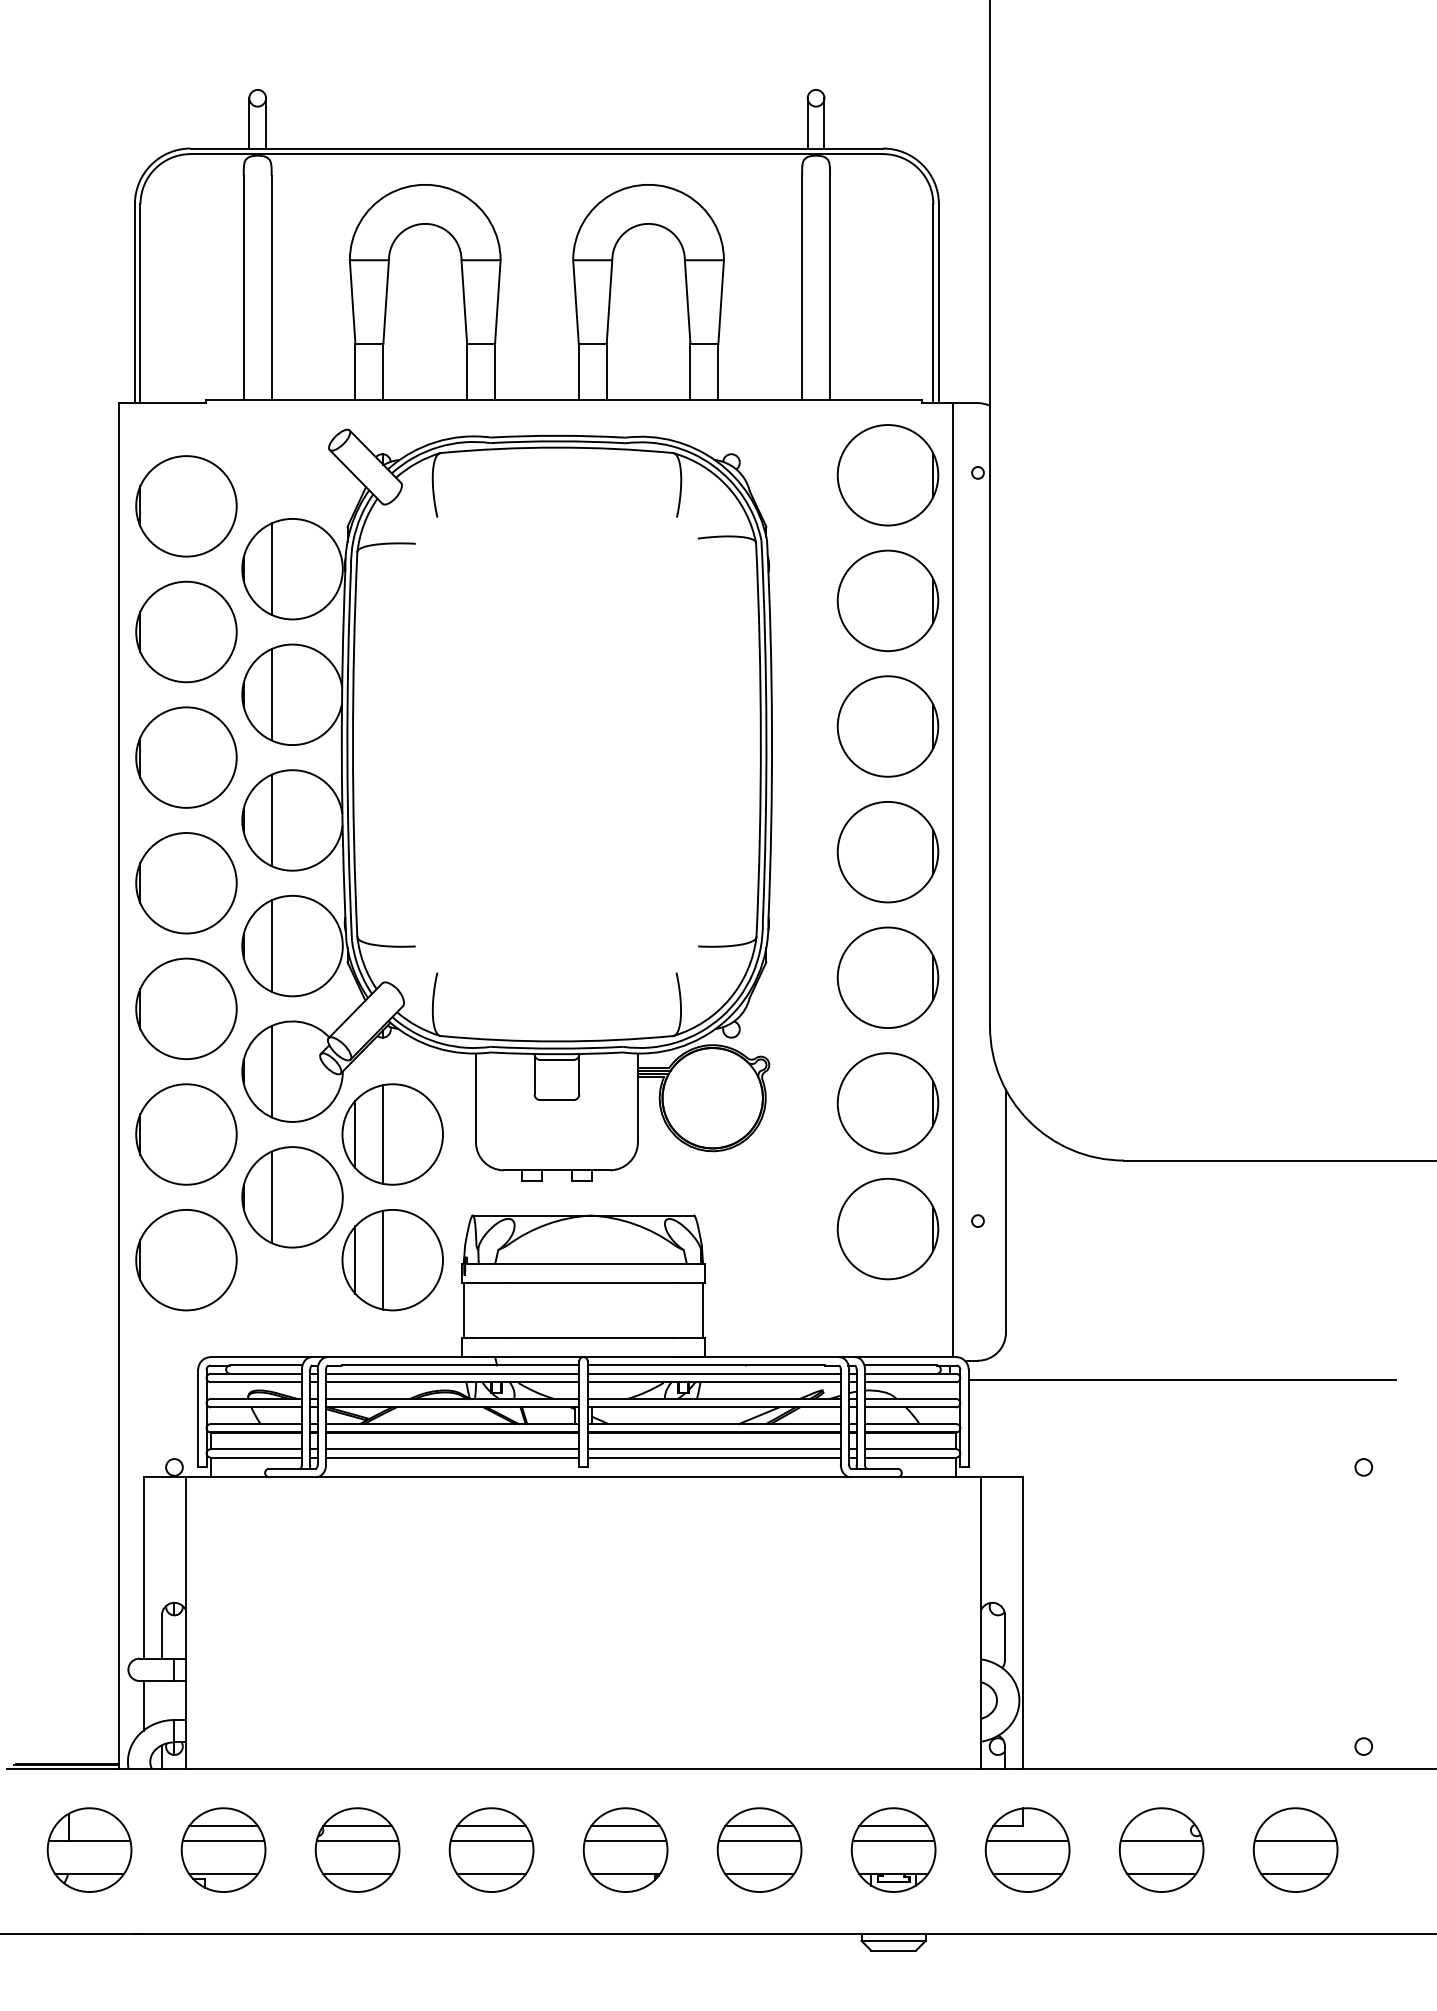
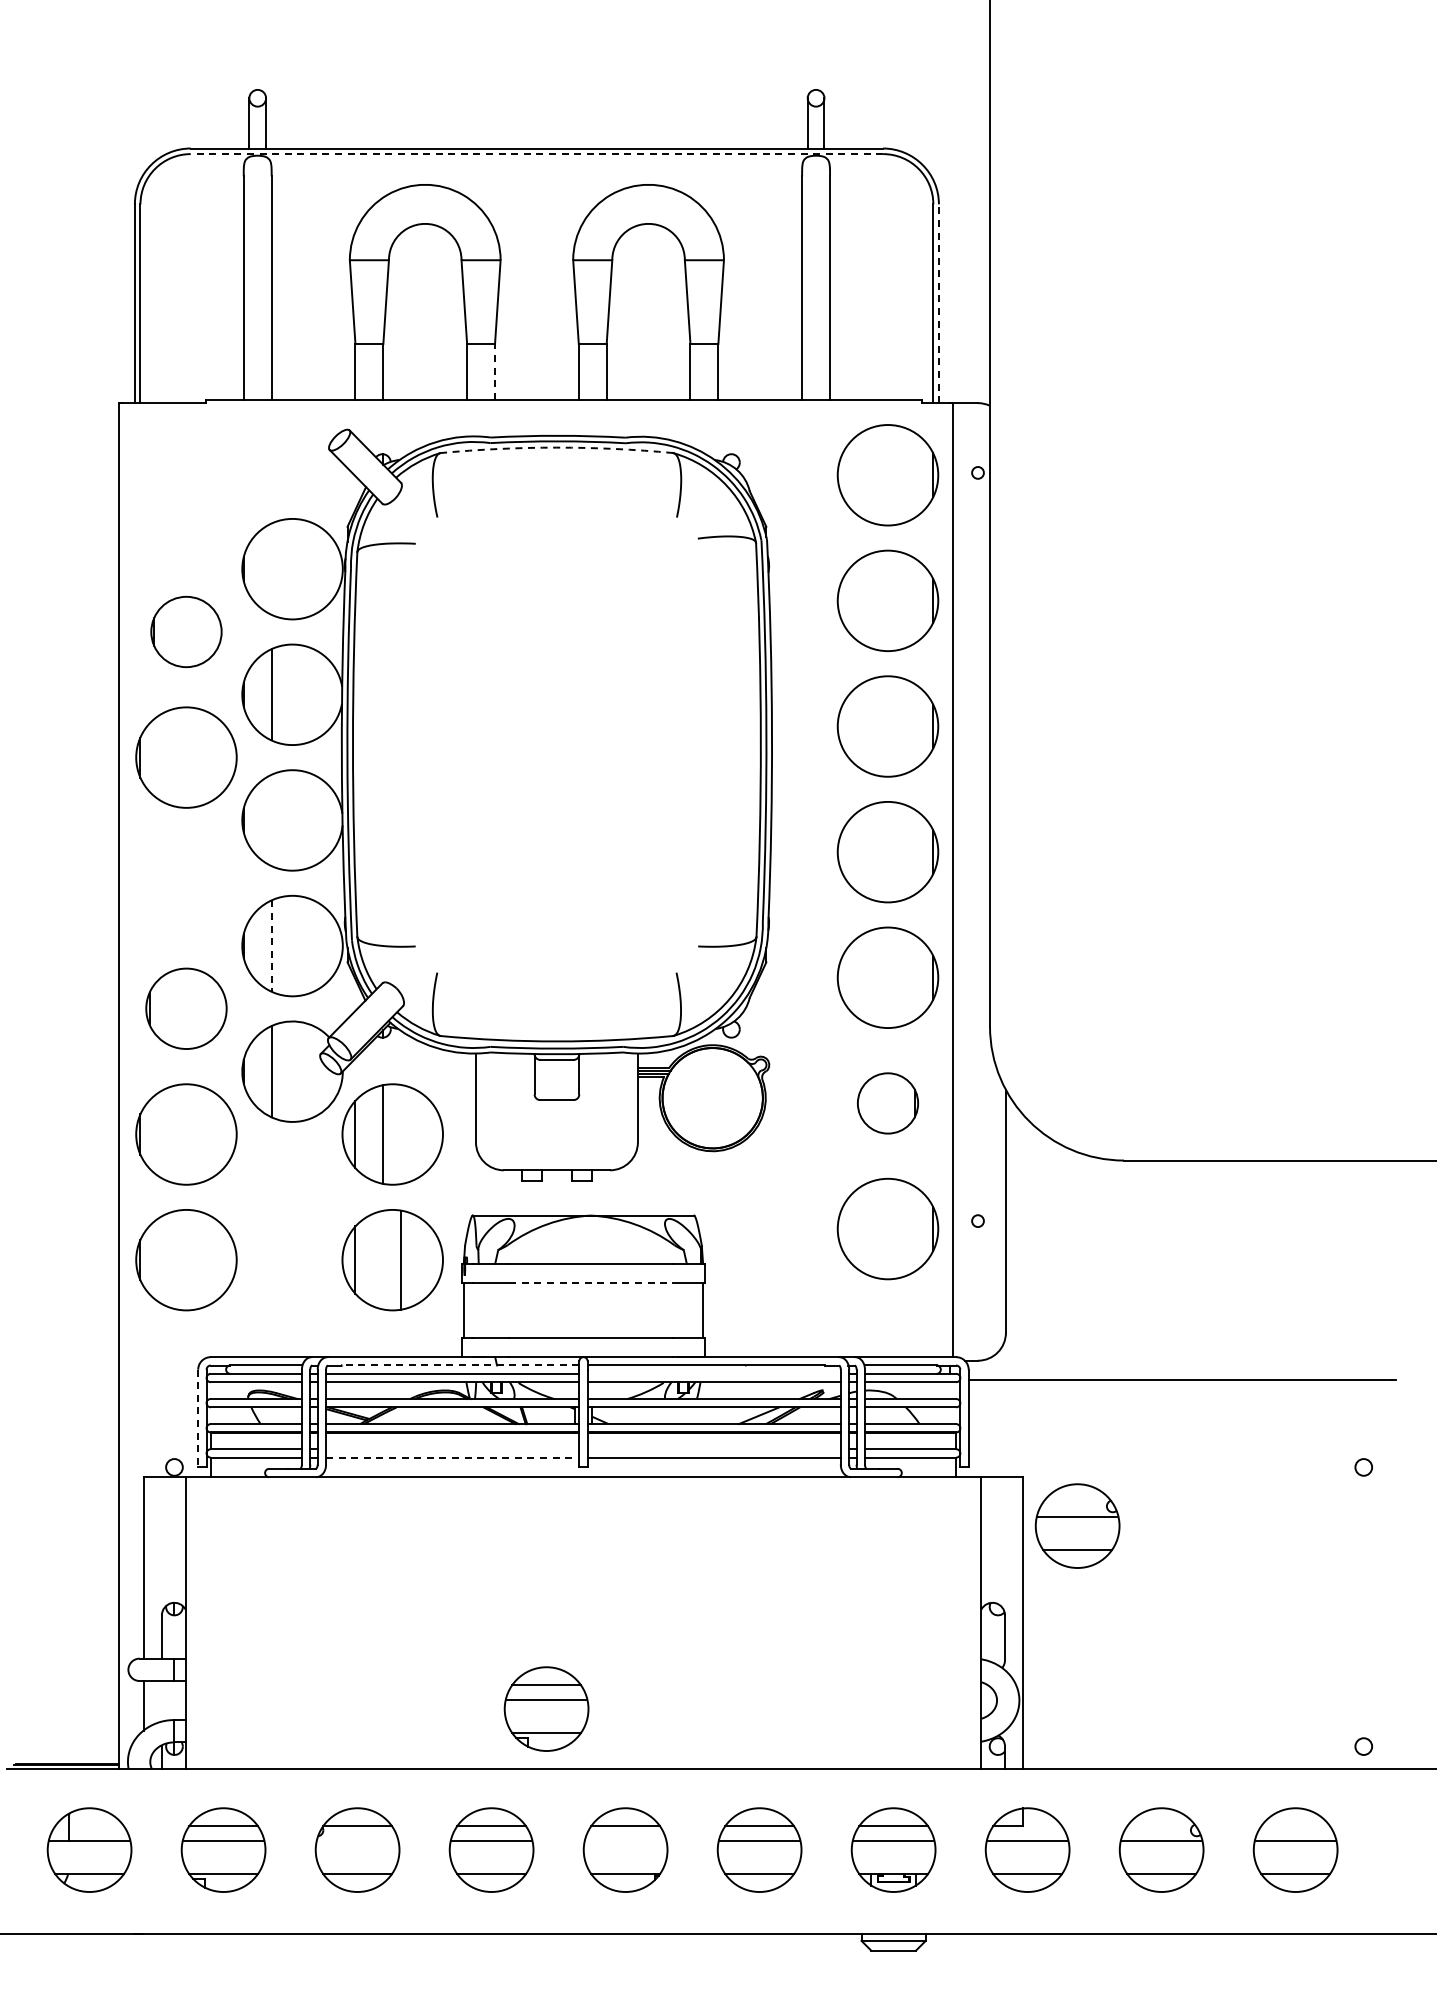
line at (536, 154): solid -> dashed
line at (938, 303): solid -> dashed
line at (495, 371): solid -> dashed
arc at (556, 447): solid -> dashed
part at (186, 506): present -> none
line at (271, 568): present -> none
part at (186, 631) size: 103x104 px -> 73x74 px
line at (271, 820): present -> none
part at (186, 883): present -> none
line at (271, 946): solid -> dashed
part at (186, 1008) size: 103x103 px -> 83x83 px
part at (887, 1103) size: 104x103 px -> 62x63 px
part at (292, 1197): present -> none
line at (383, 1259) position: (383, 1259) -> (401, 1259)
line at (591, 1282): solid -> dashed
line at (460, 1365): solid -> dashed
line at (713, 1373): present -> none
line at (198, 1418): solid -> dashed
line at (452, 1449): present -> none
line at (713, 1449): present -> none
line at (452, 1457): solid -> dashed
part at (1077, 1525): none -> present
part at (546, 1708): none -> present
line at (357, 1840): present -> none
line at (625, 1840): present -> none
